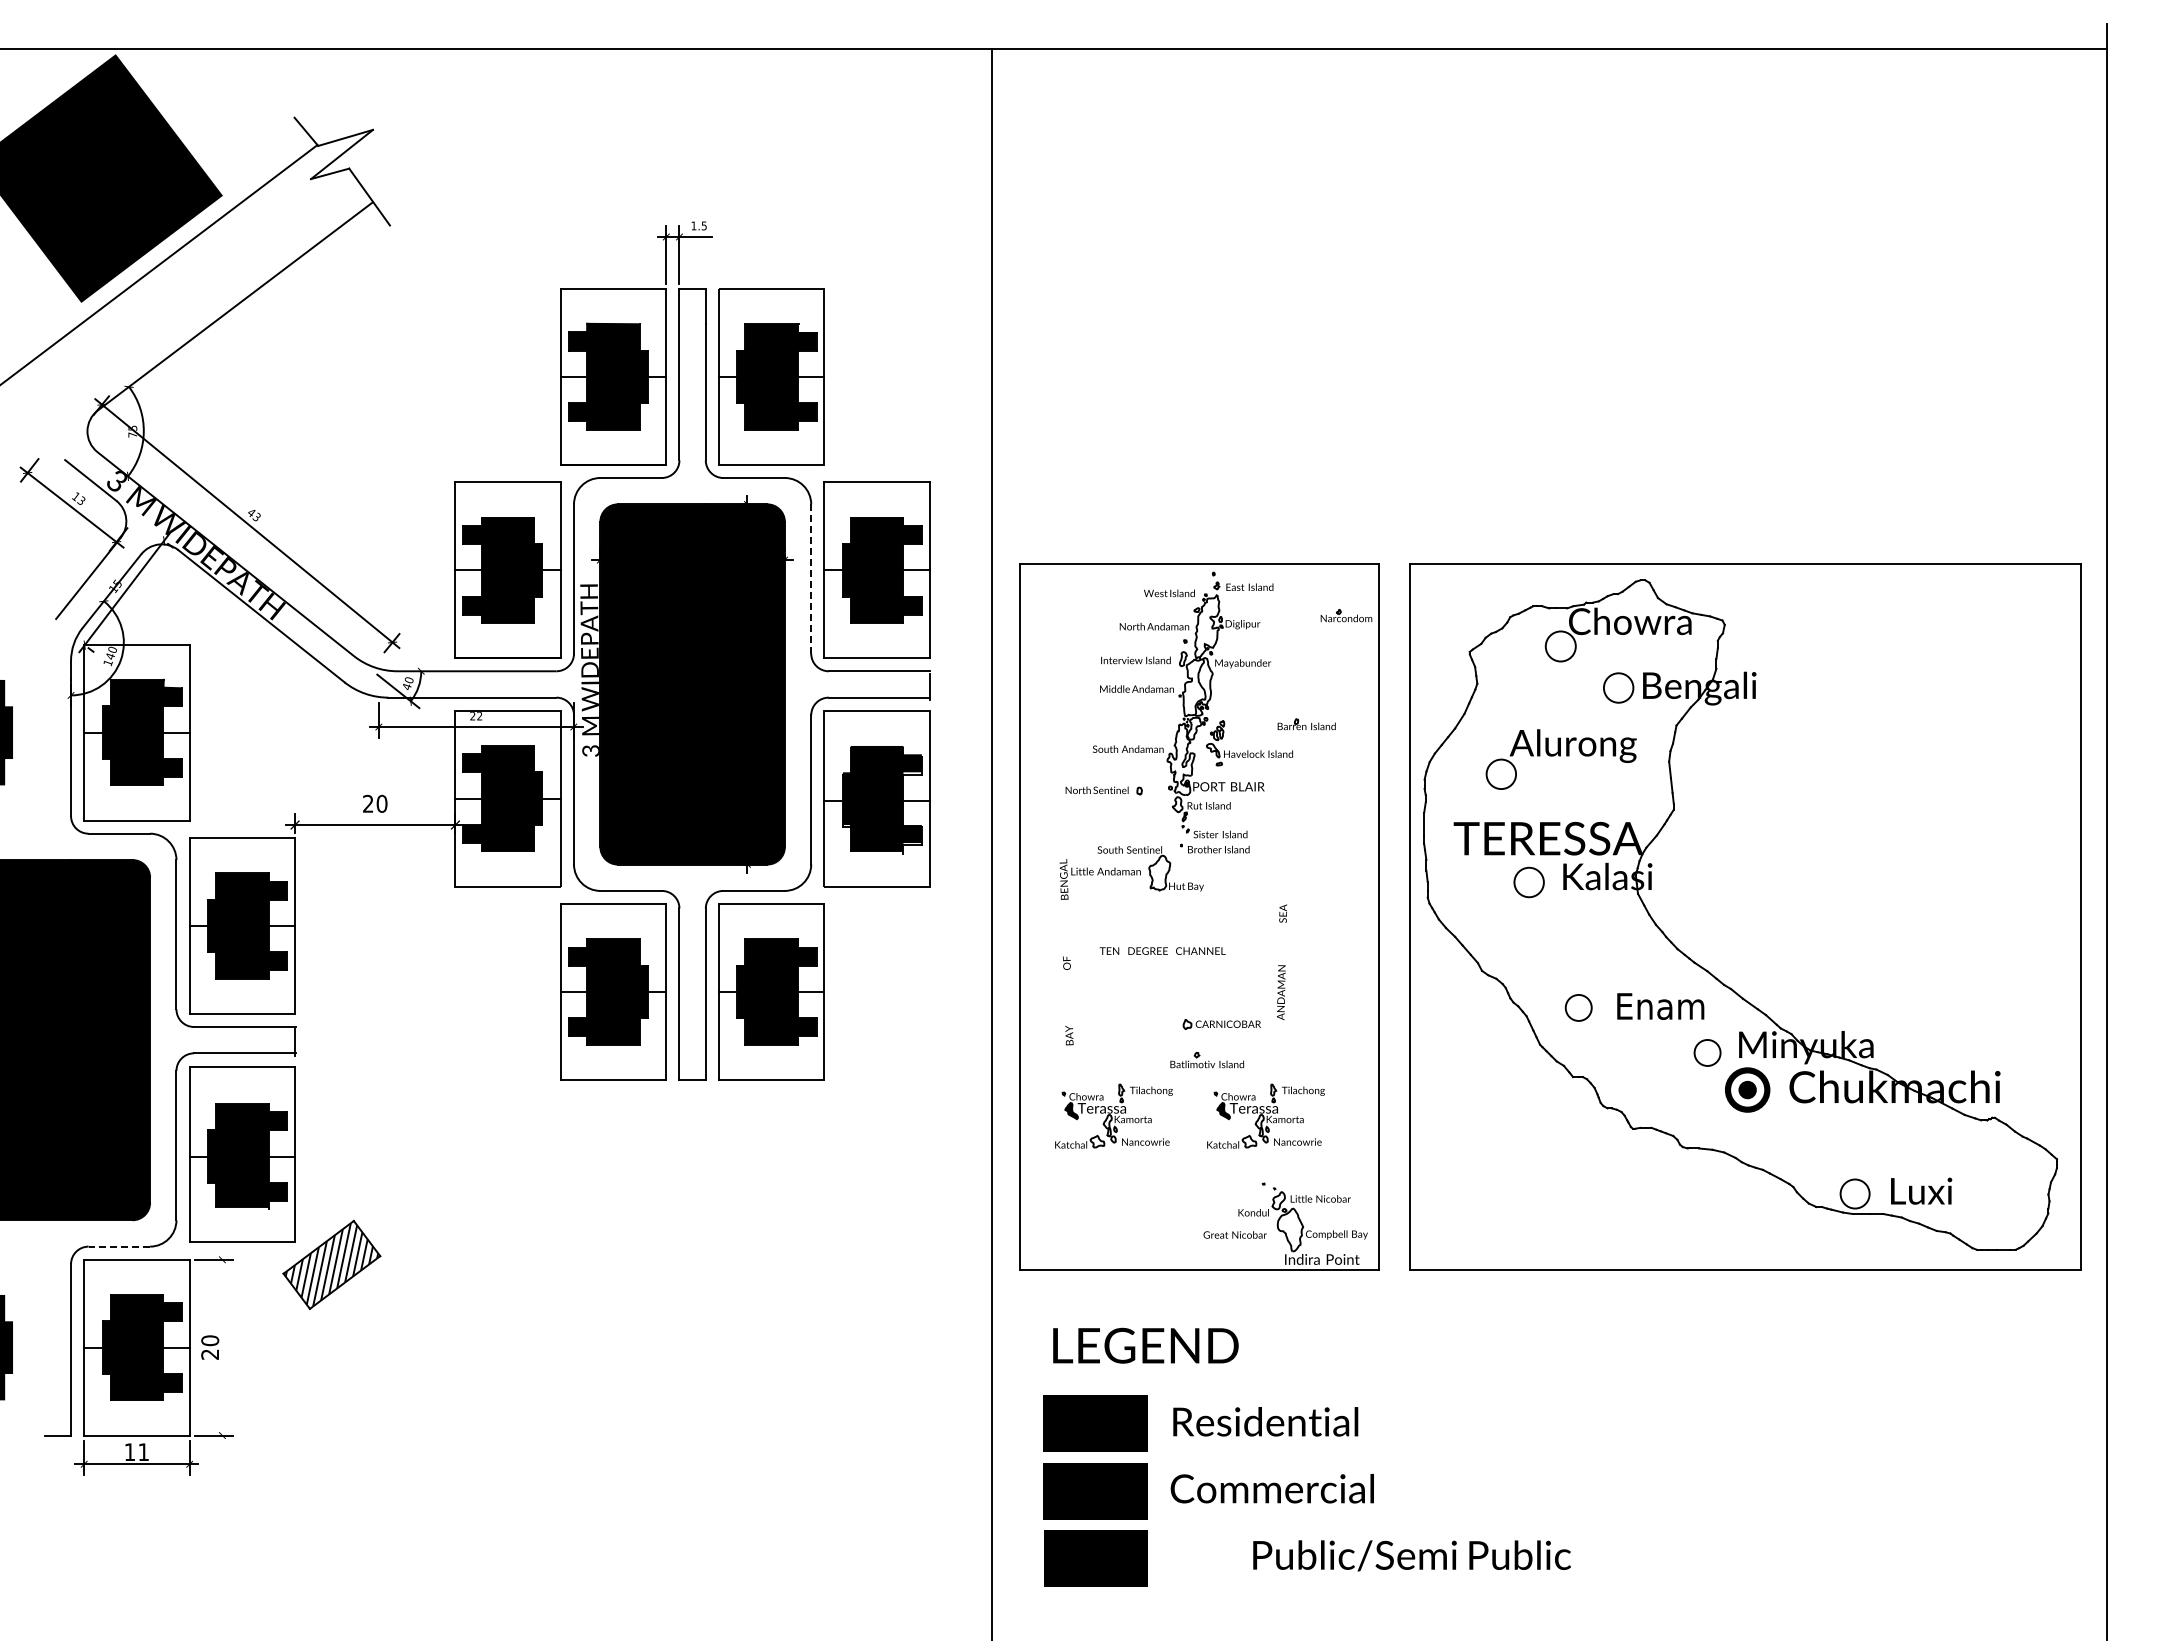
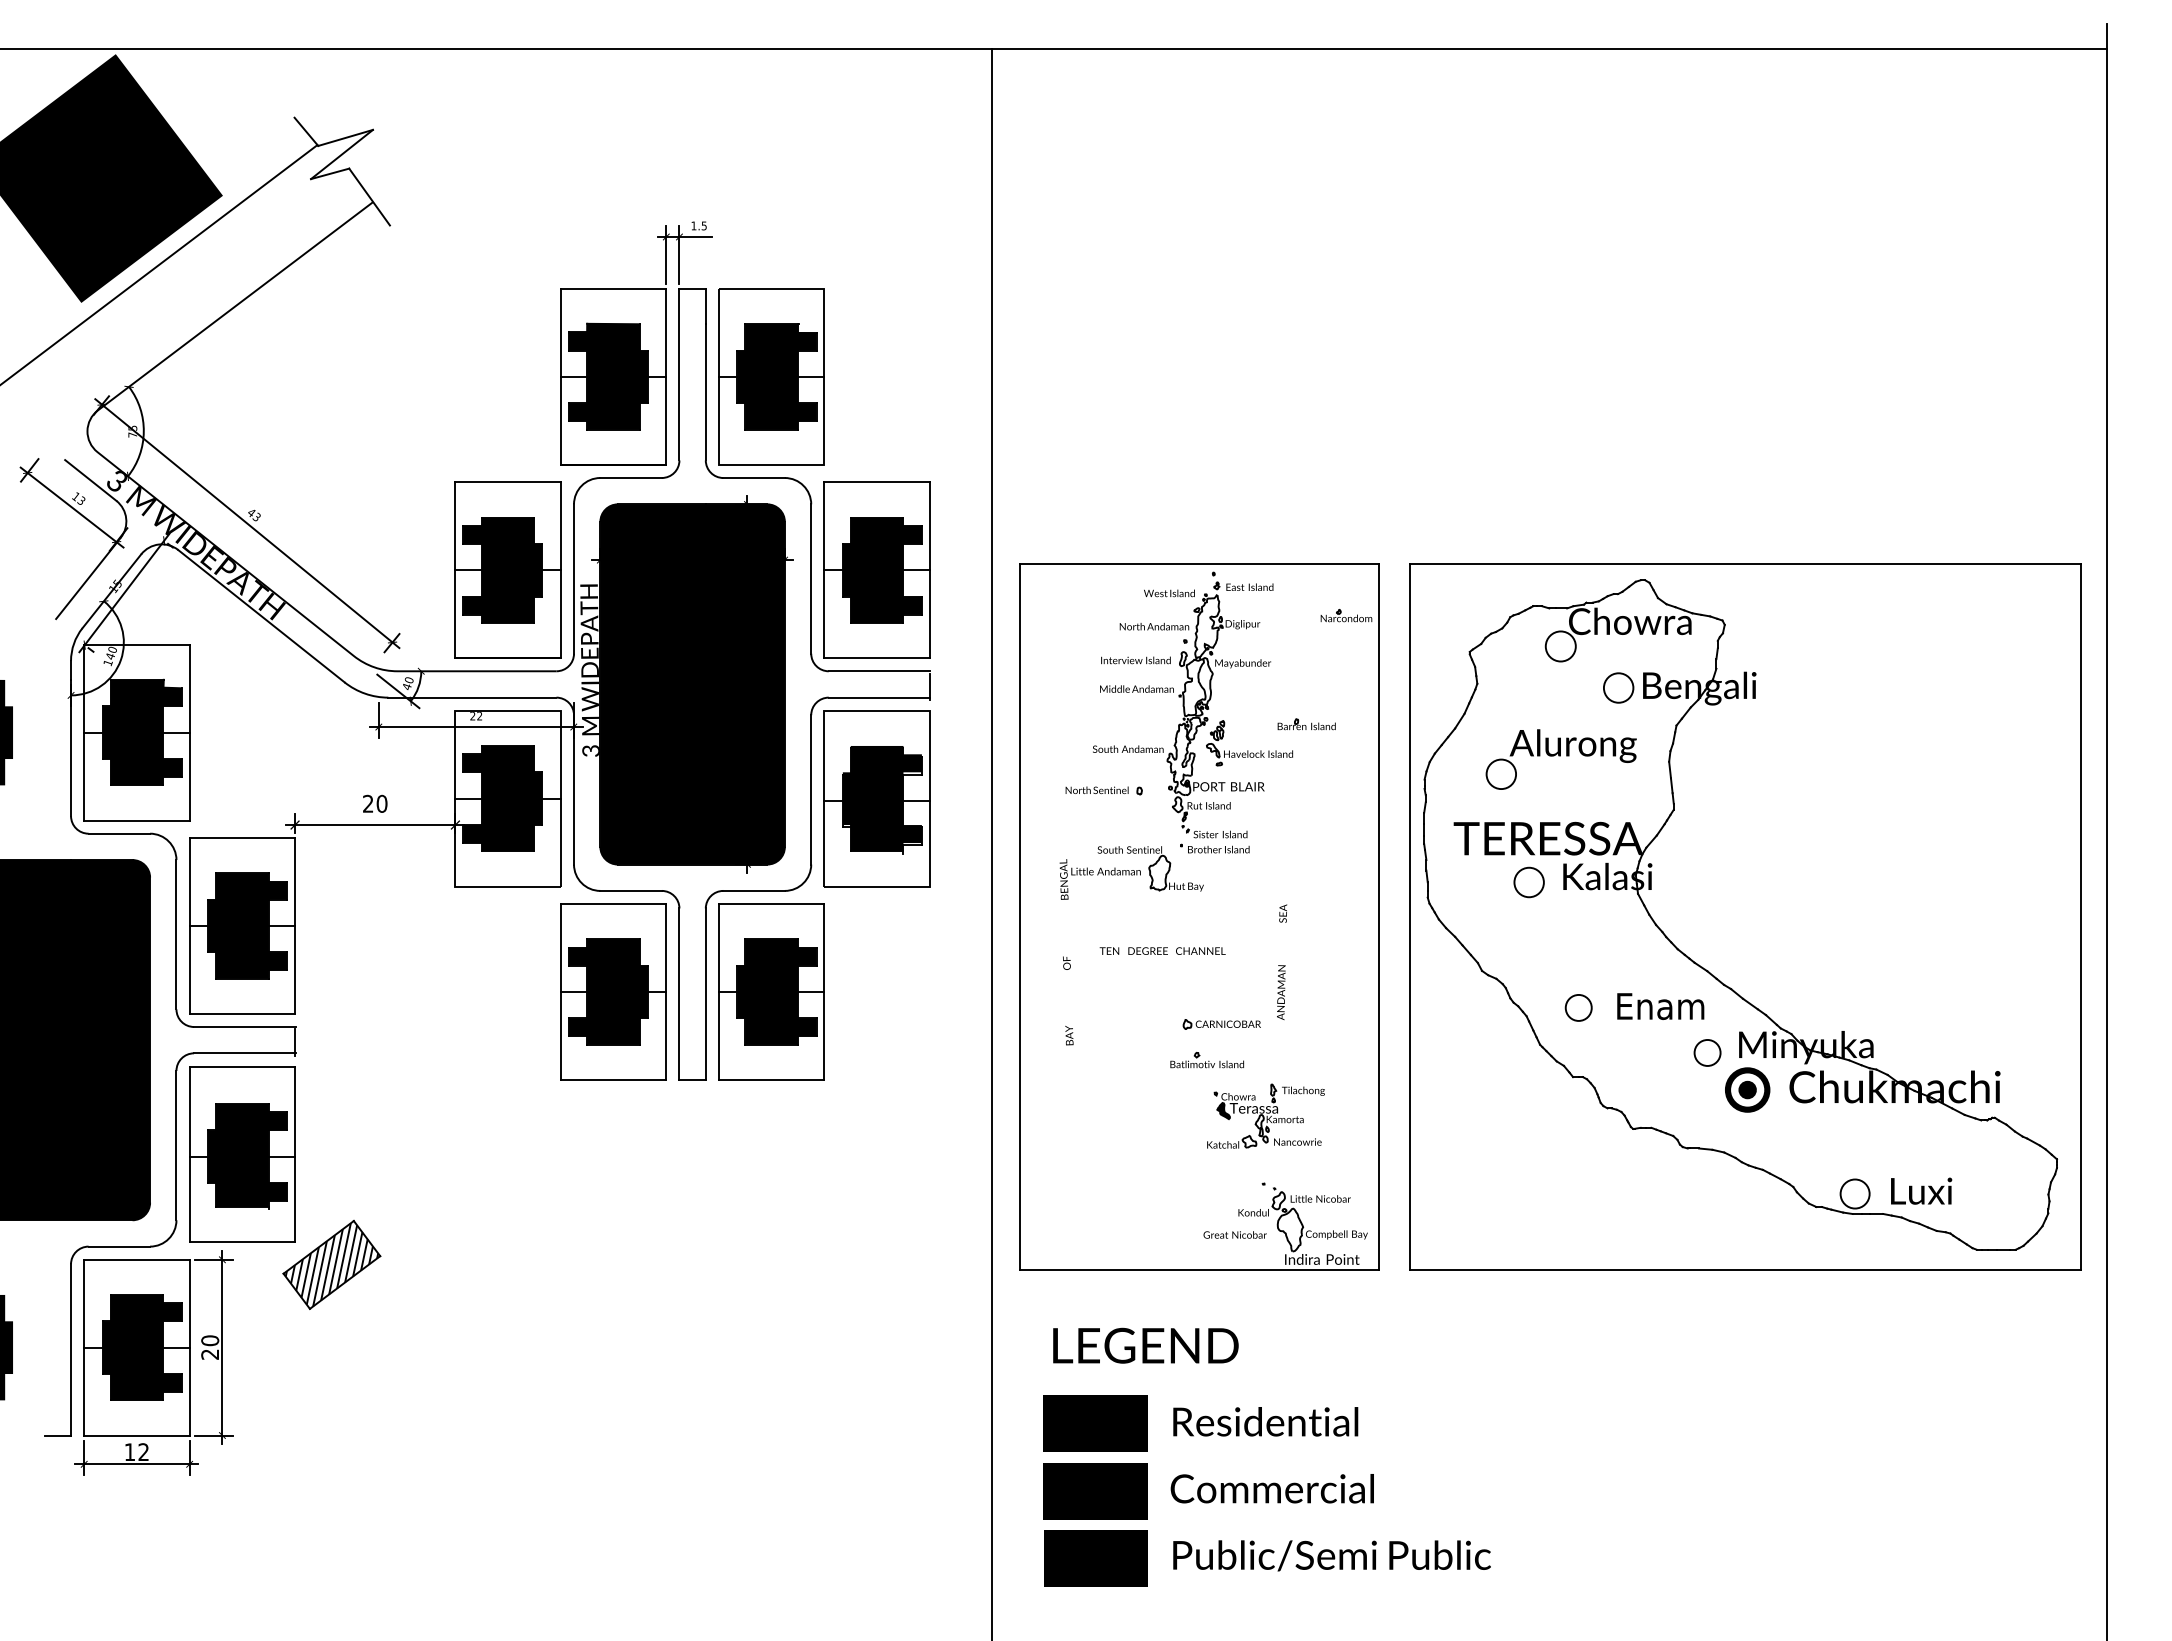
line at (811, 579): dashed -> solid
part at (1113, 1115): present -> none
line at (119, 1246): dashed -> solid
line at (222, 1347): none -> present
text at (143, 1451): 11 -> 12
text at (1411, 1555) position: (1411, 1555) -> (1331, 1555)
